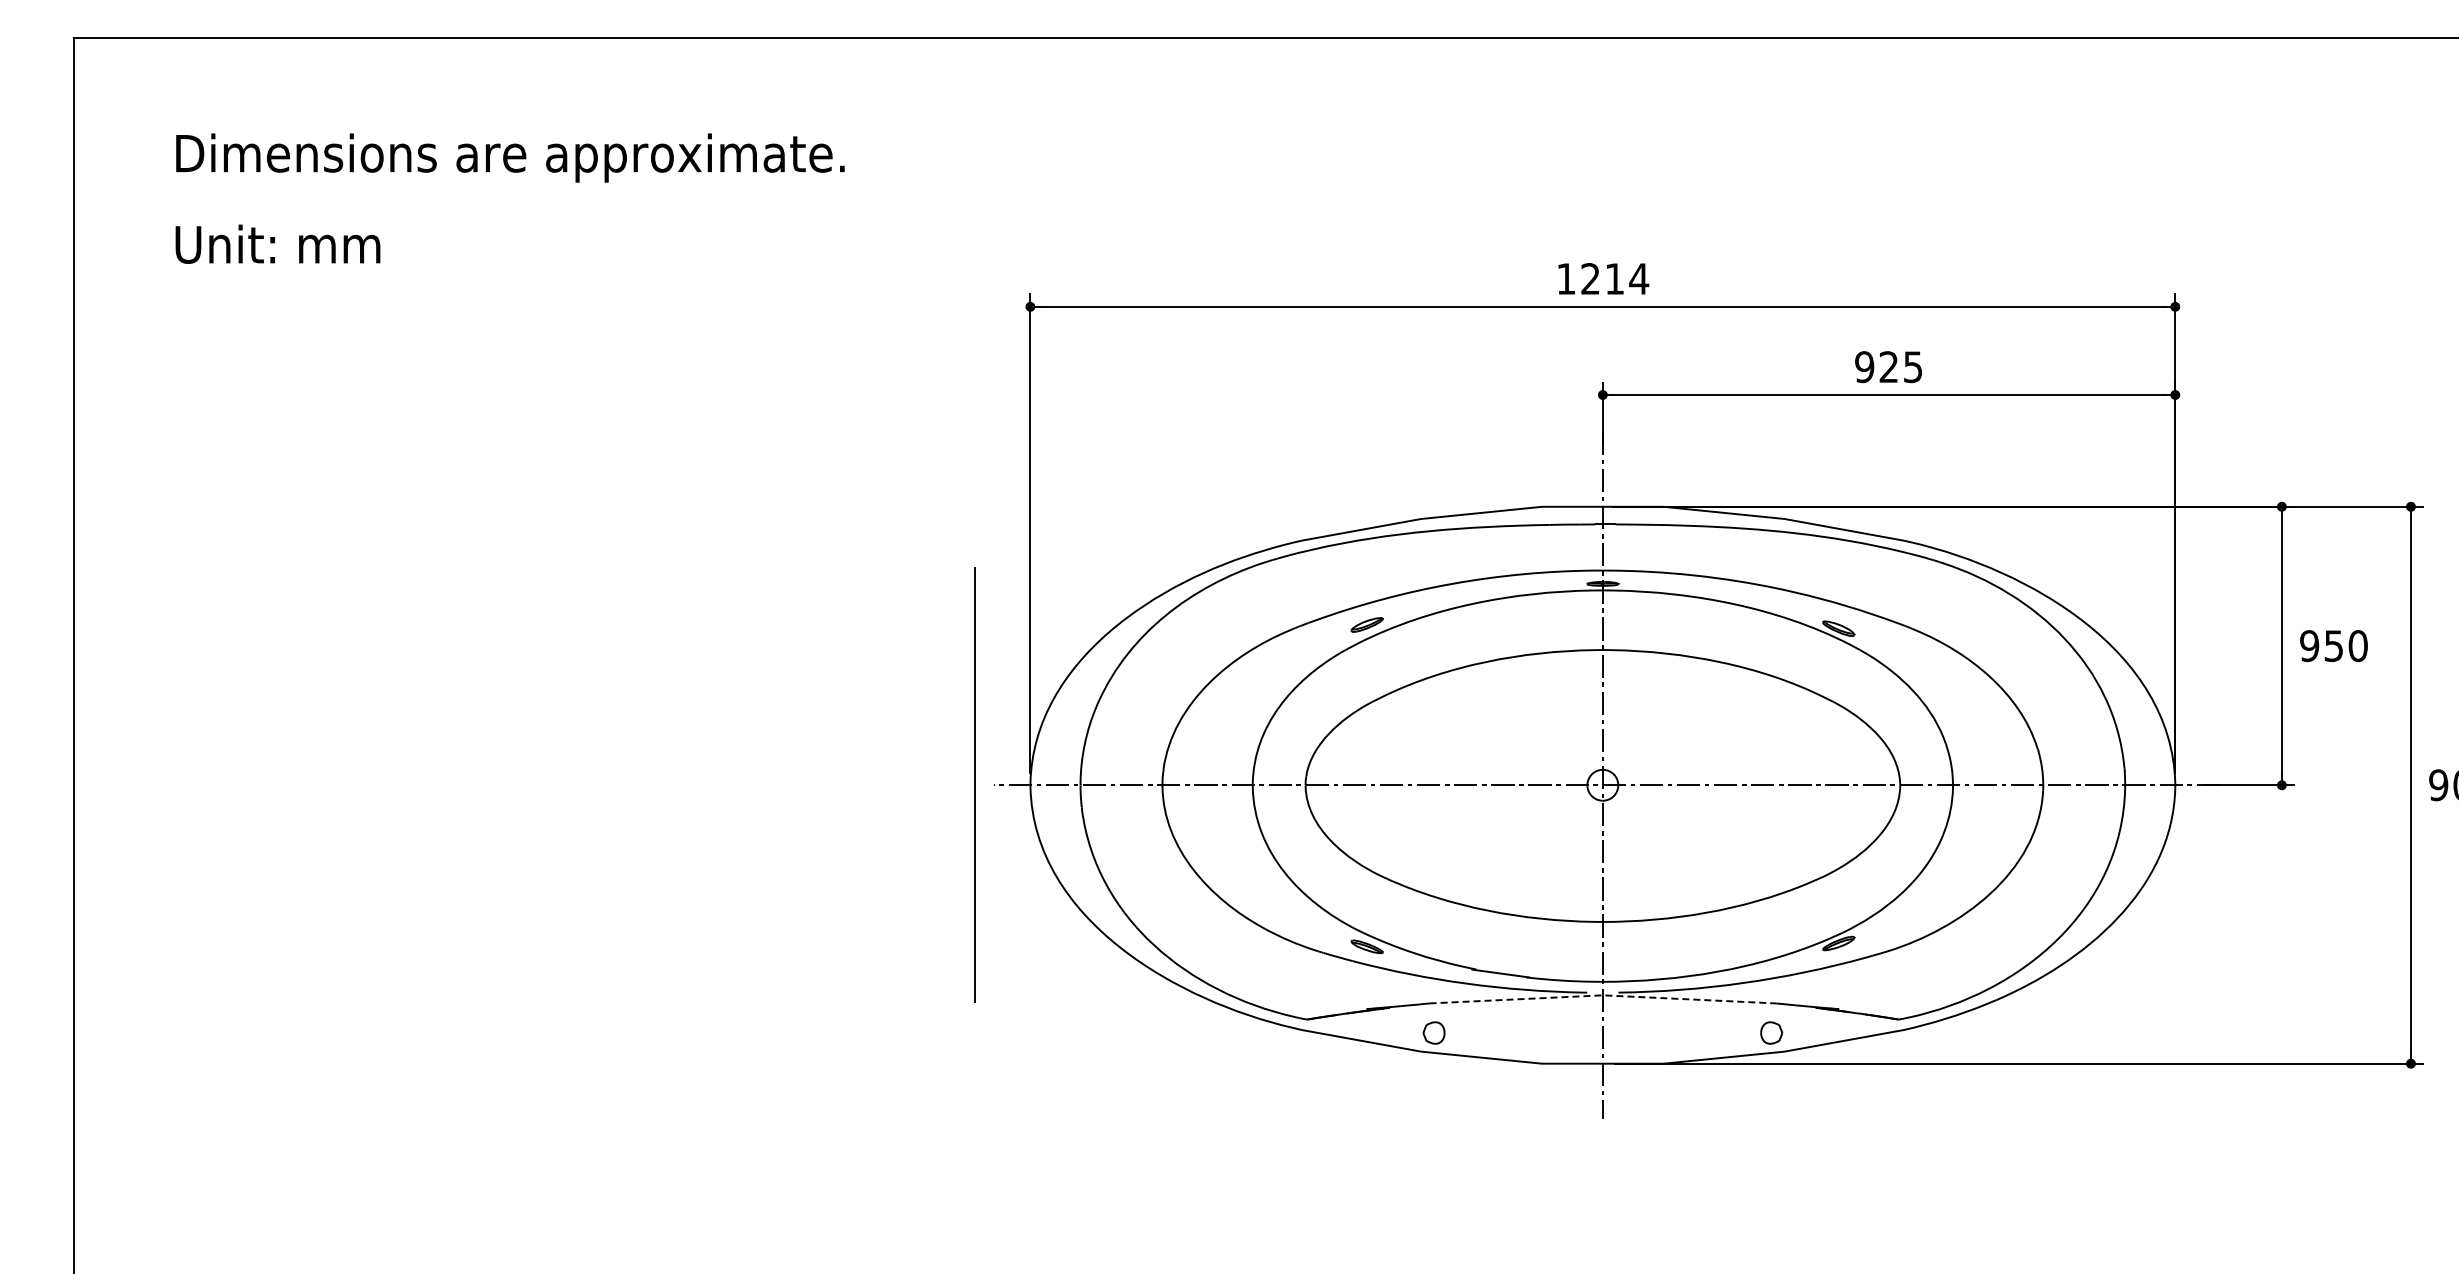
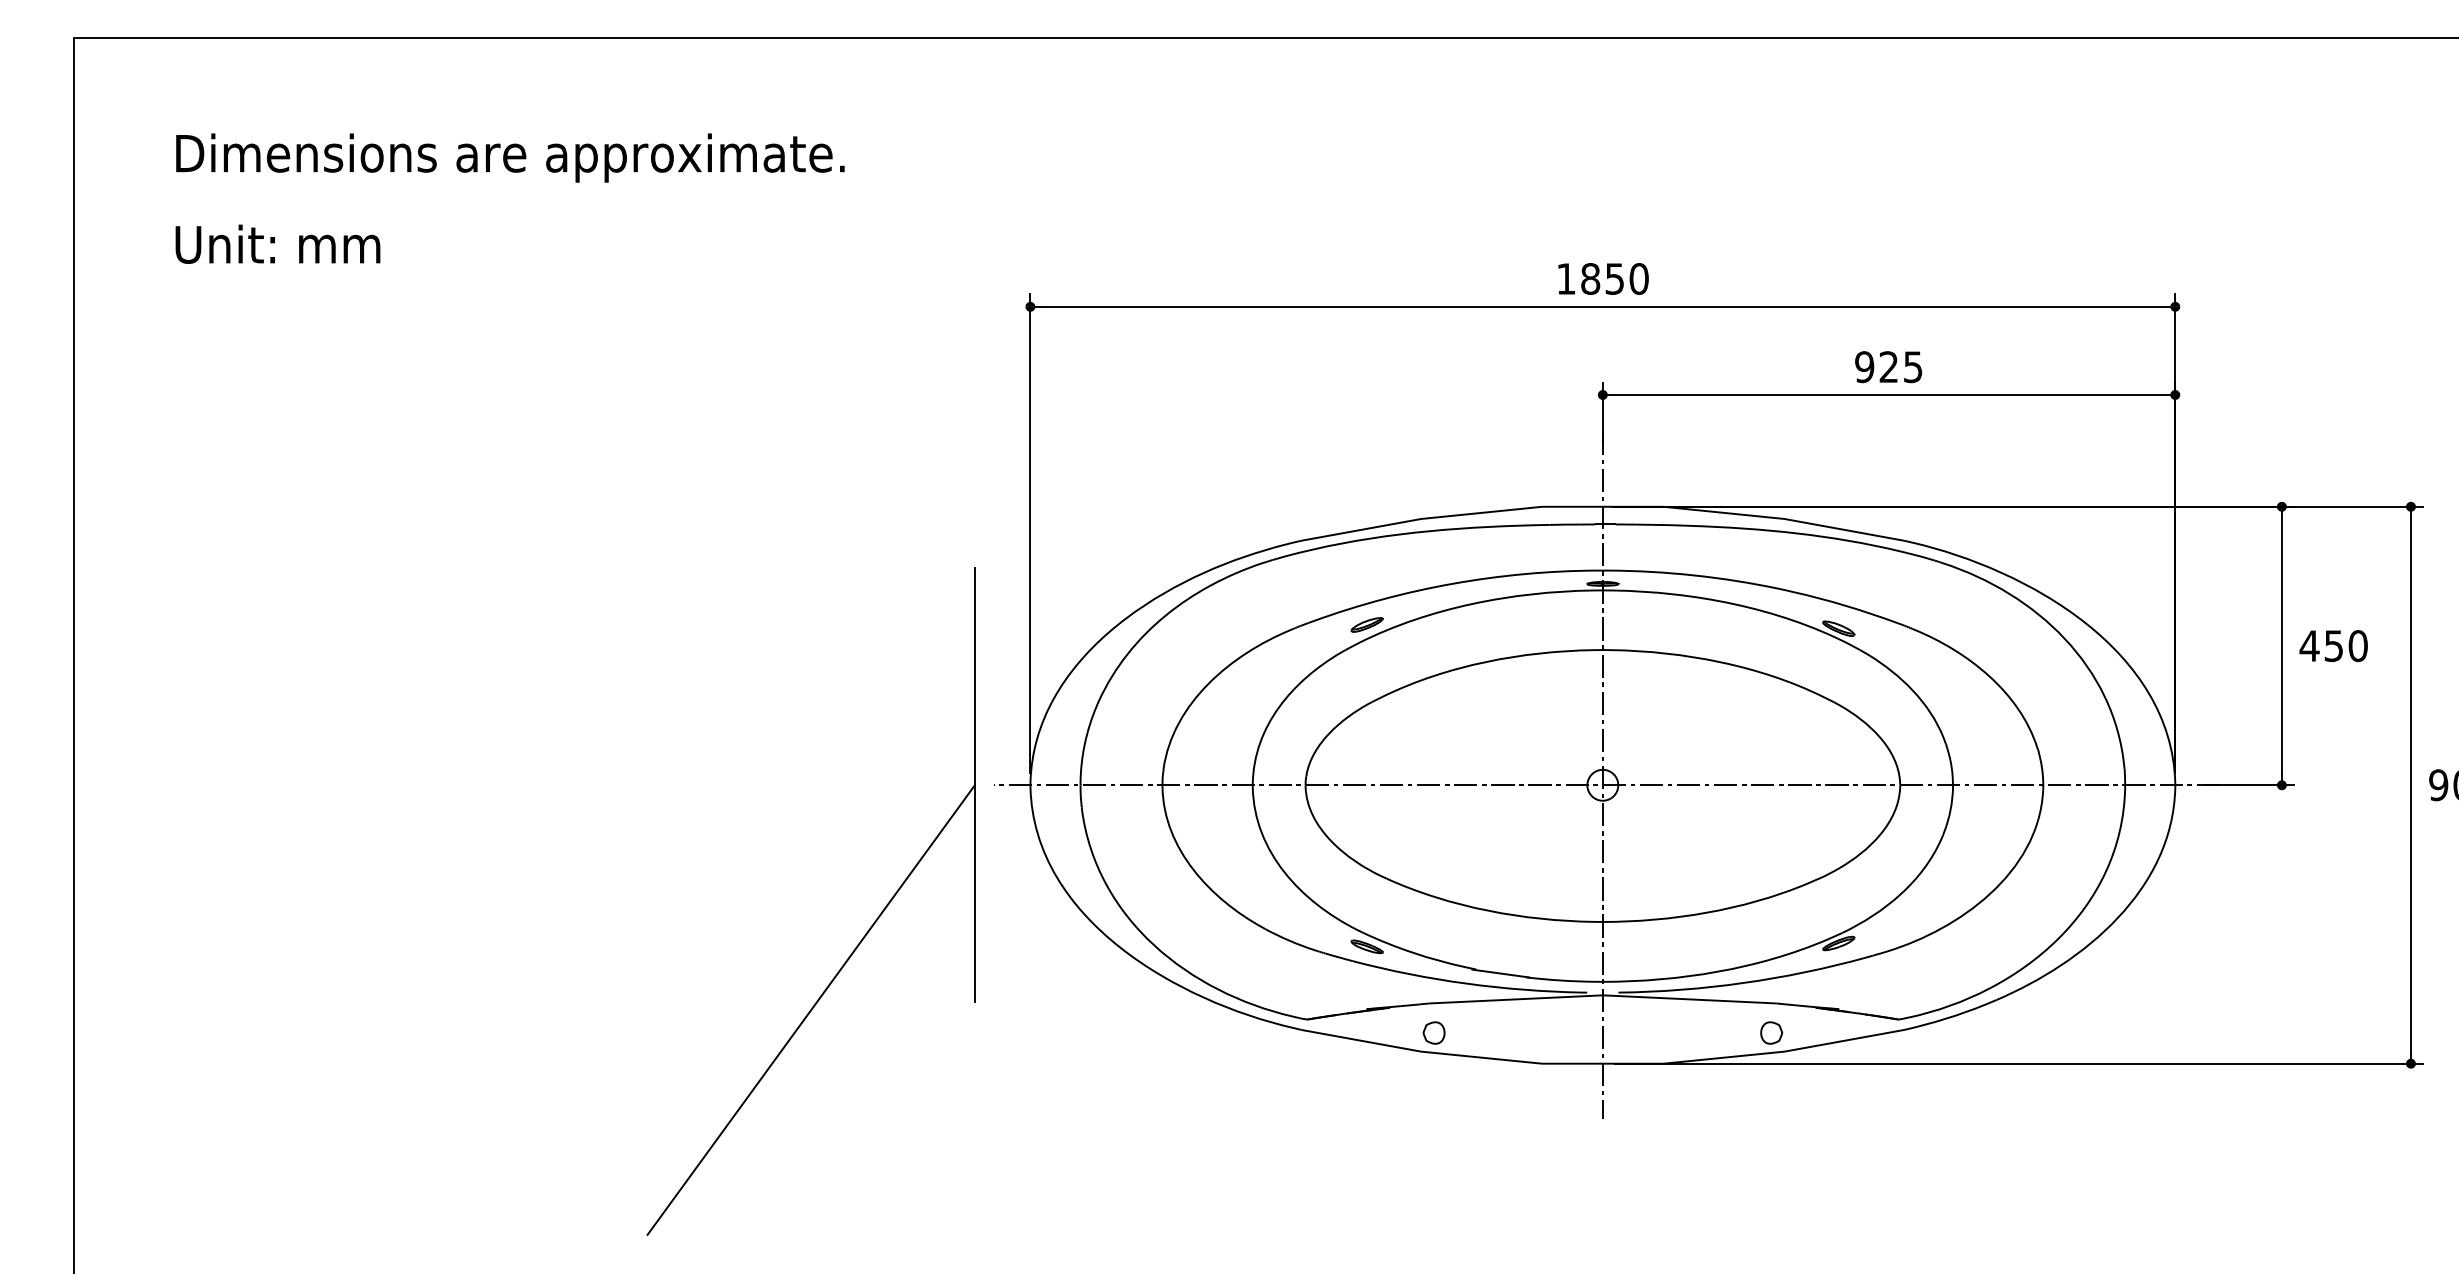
text at (1615, 278): 1214 -> 1850
text at (2309, 646): 950 -> 450
line at (1603, 995): dashed -> solid
line at (810, 1009): none -> present
